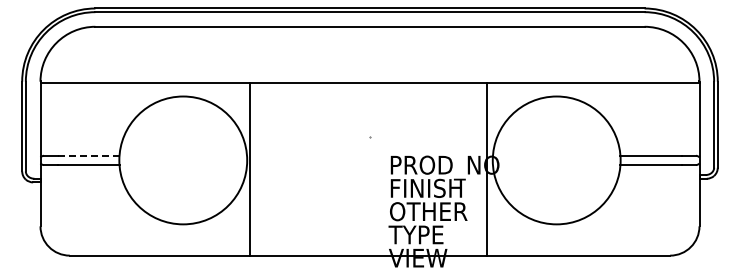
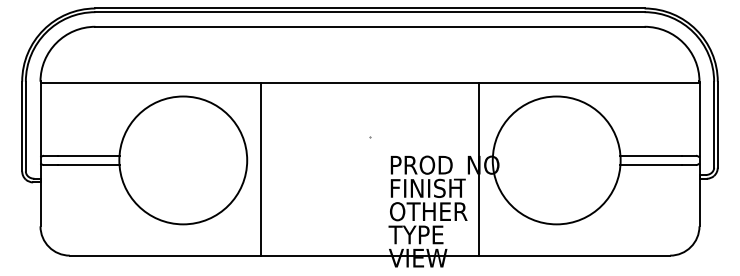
line at (88, 155): dashed -> solid
line at (250, 168) position: (250, 168) -> (261, 168)
line at (486, 168) position: (486, 168) -> (478, 168)
